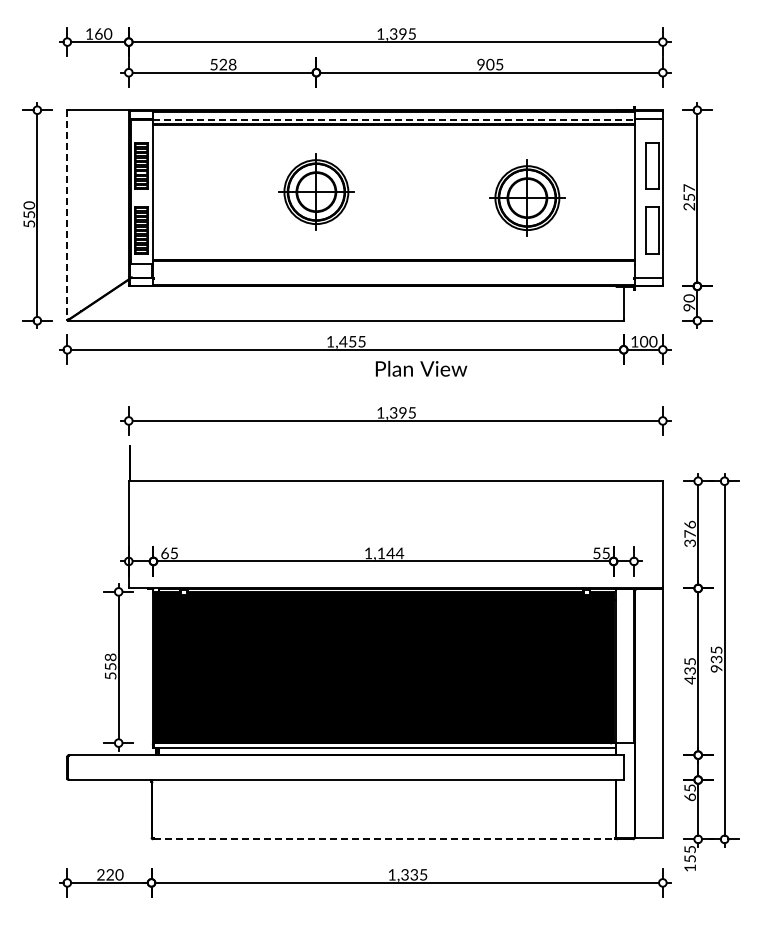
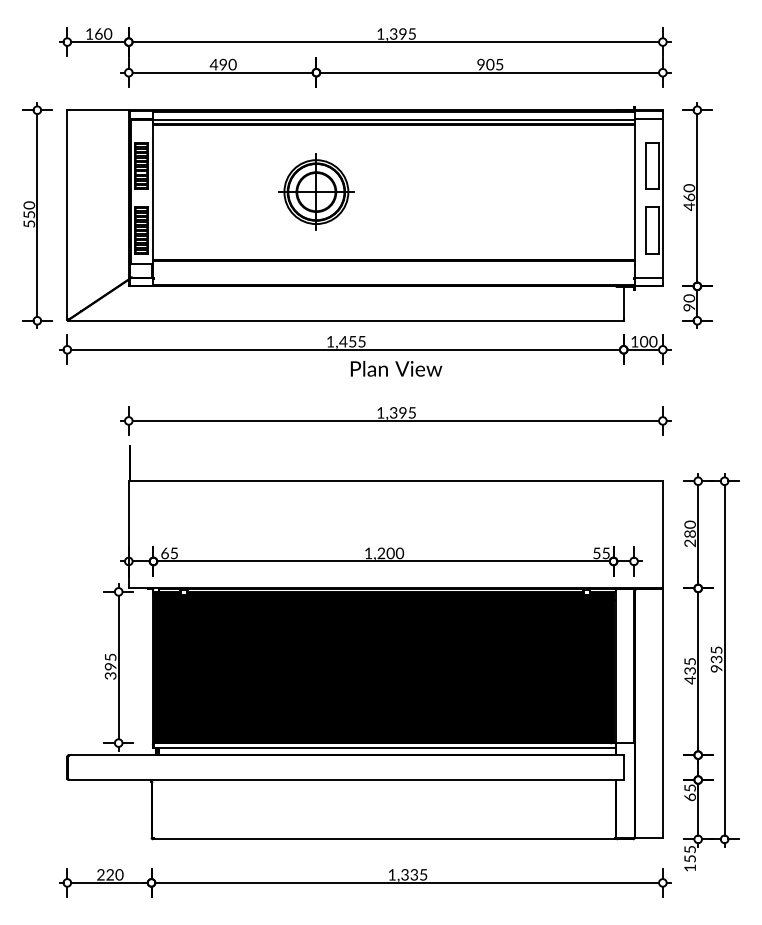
text at (222, 64): 528 -> 490
line at (394, 119): dashed -> solid
part at (527, 197): present -> none
text at (689, 197): 257 -> 460
line at (67, 215): dashed -> solid
text at (421, 368) position: (421, 368) -> (396, 368)
text at (689, 533): 376 -> 280
text at (390, 553): 1,144 -> 1,200
text at (110, 666): 558 -> 395
line at (384, 839): dashed -> solid
